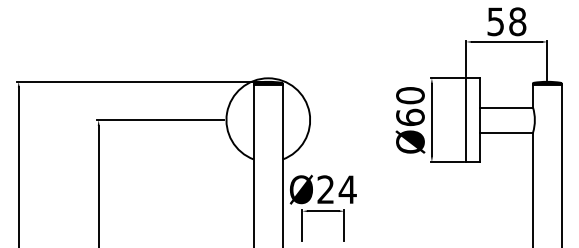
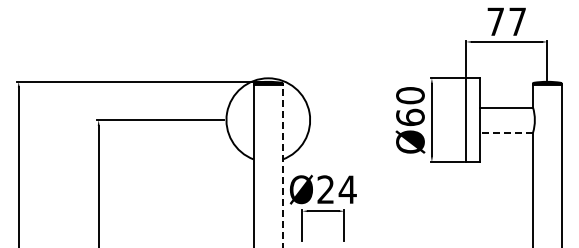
text at (506, 21): 58 -> 77
line at (506, 132): solid -> dashed
line at (282, 165): solid -> dashed
